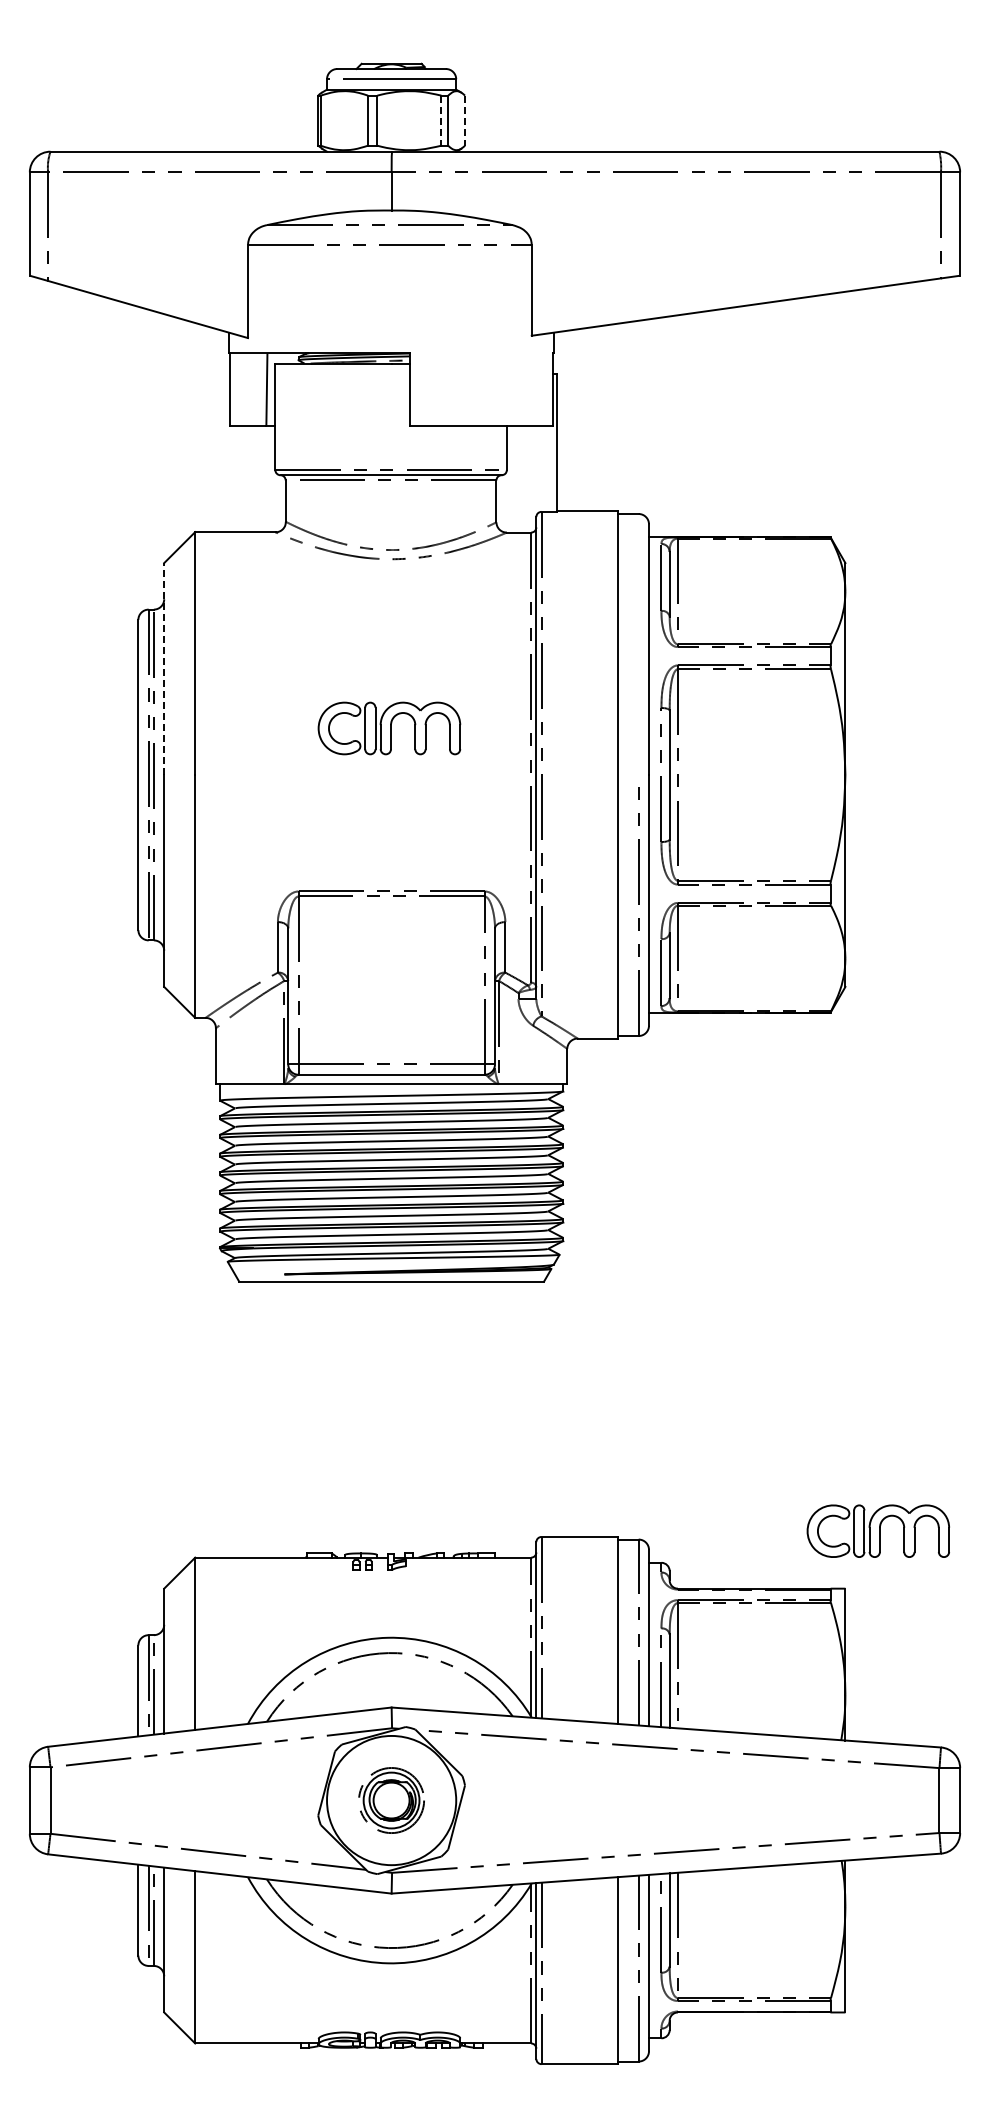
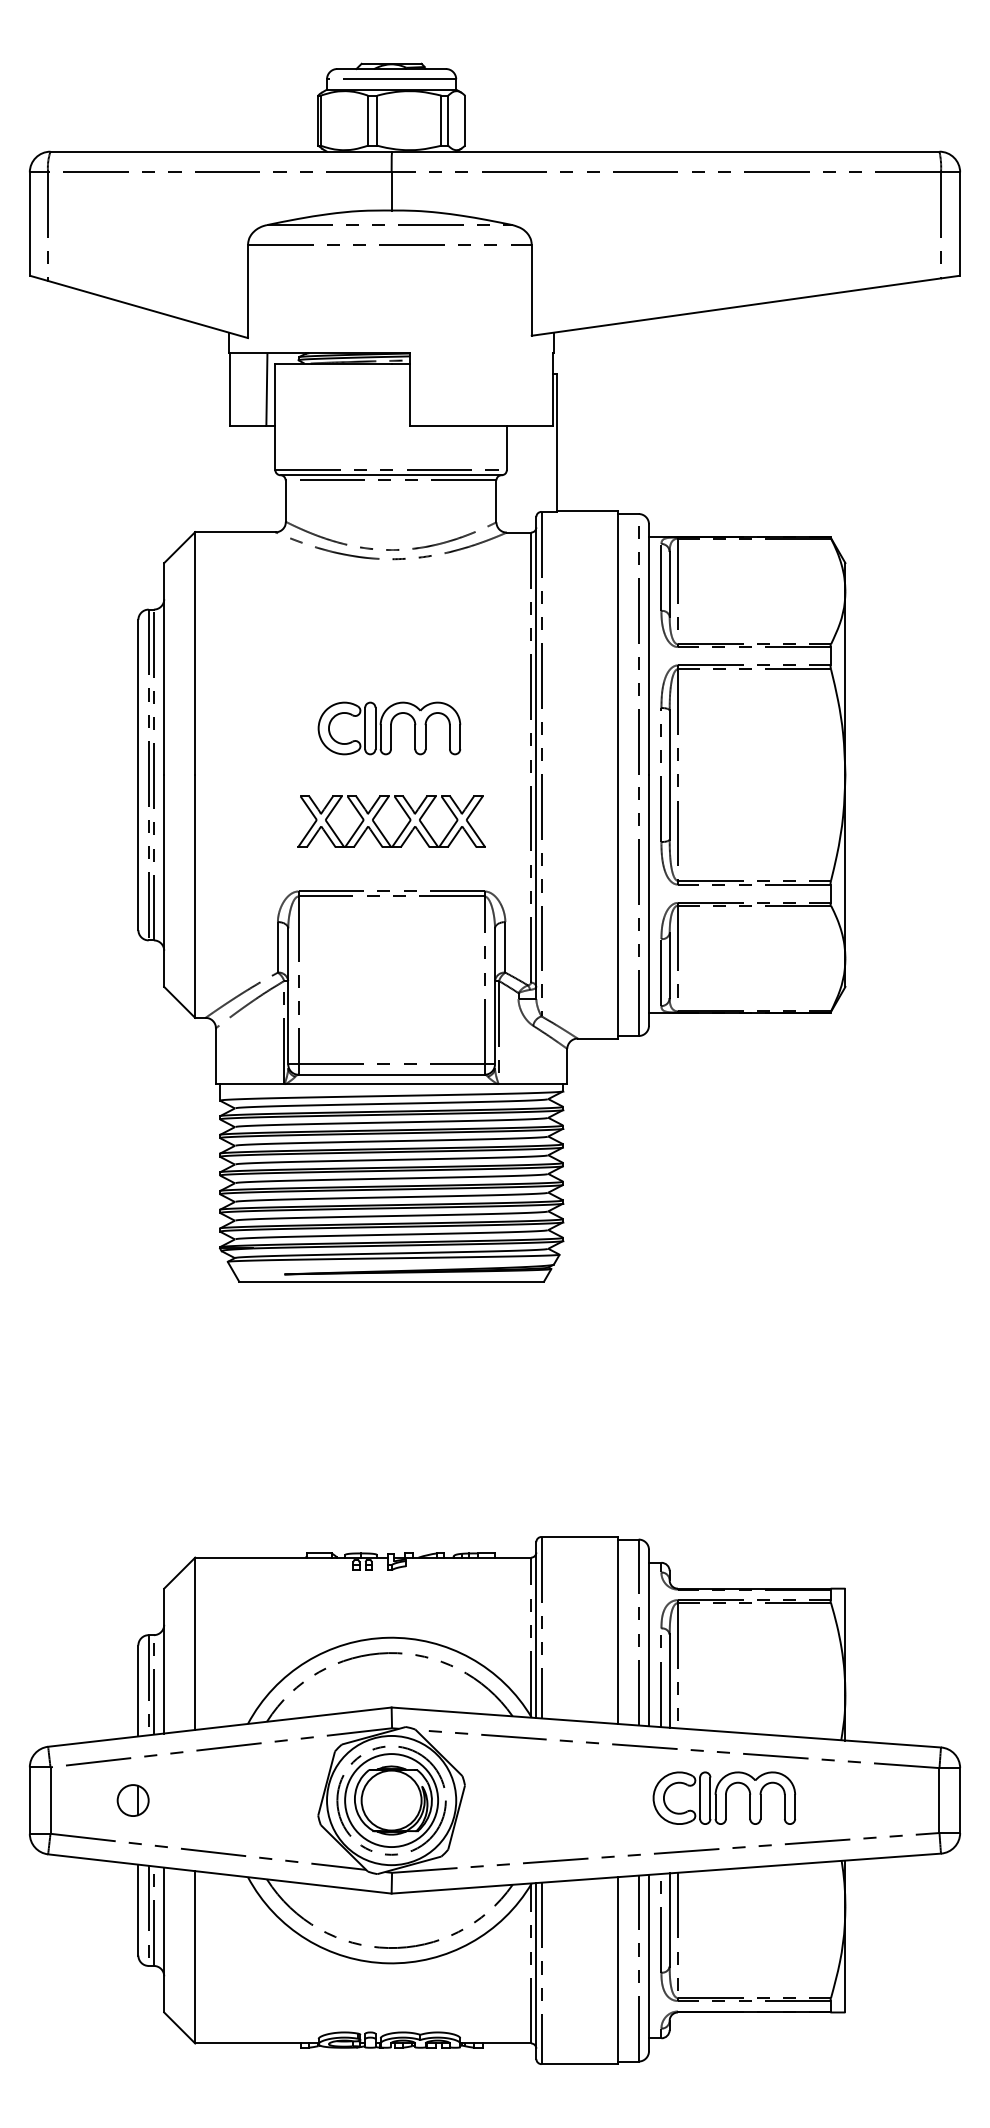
line at (441, 121): dashed -> solid
line at (465, 121): dashed -> solid
line at (638, 643): none -> present
line at (164, 669): dashed -> solid
part at (380, 829): none -> present
part at (877, 1530) position: (877, 1530) -> (723, 1797)
part at (132, 1800): none -> present
part at (391, 1800) size: 67x67 px -> 111x111 px
